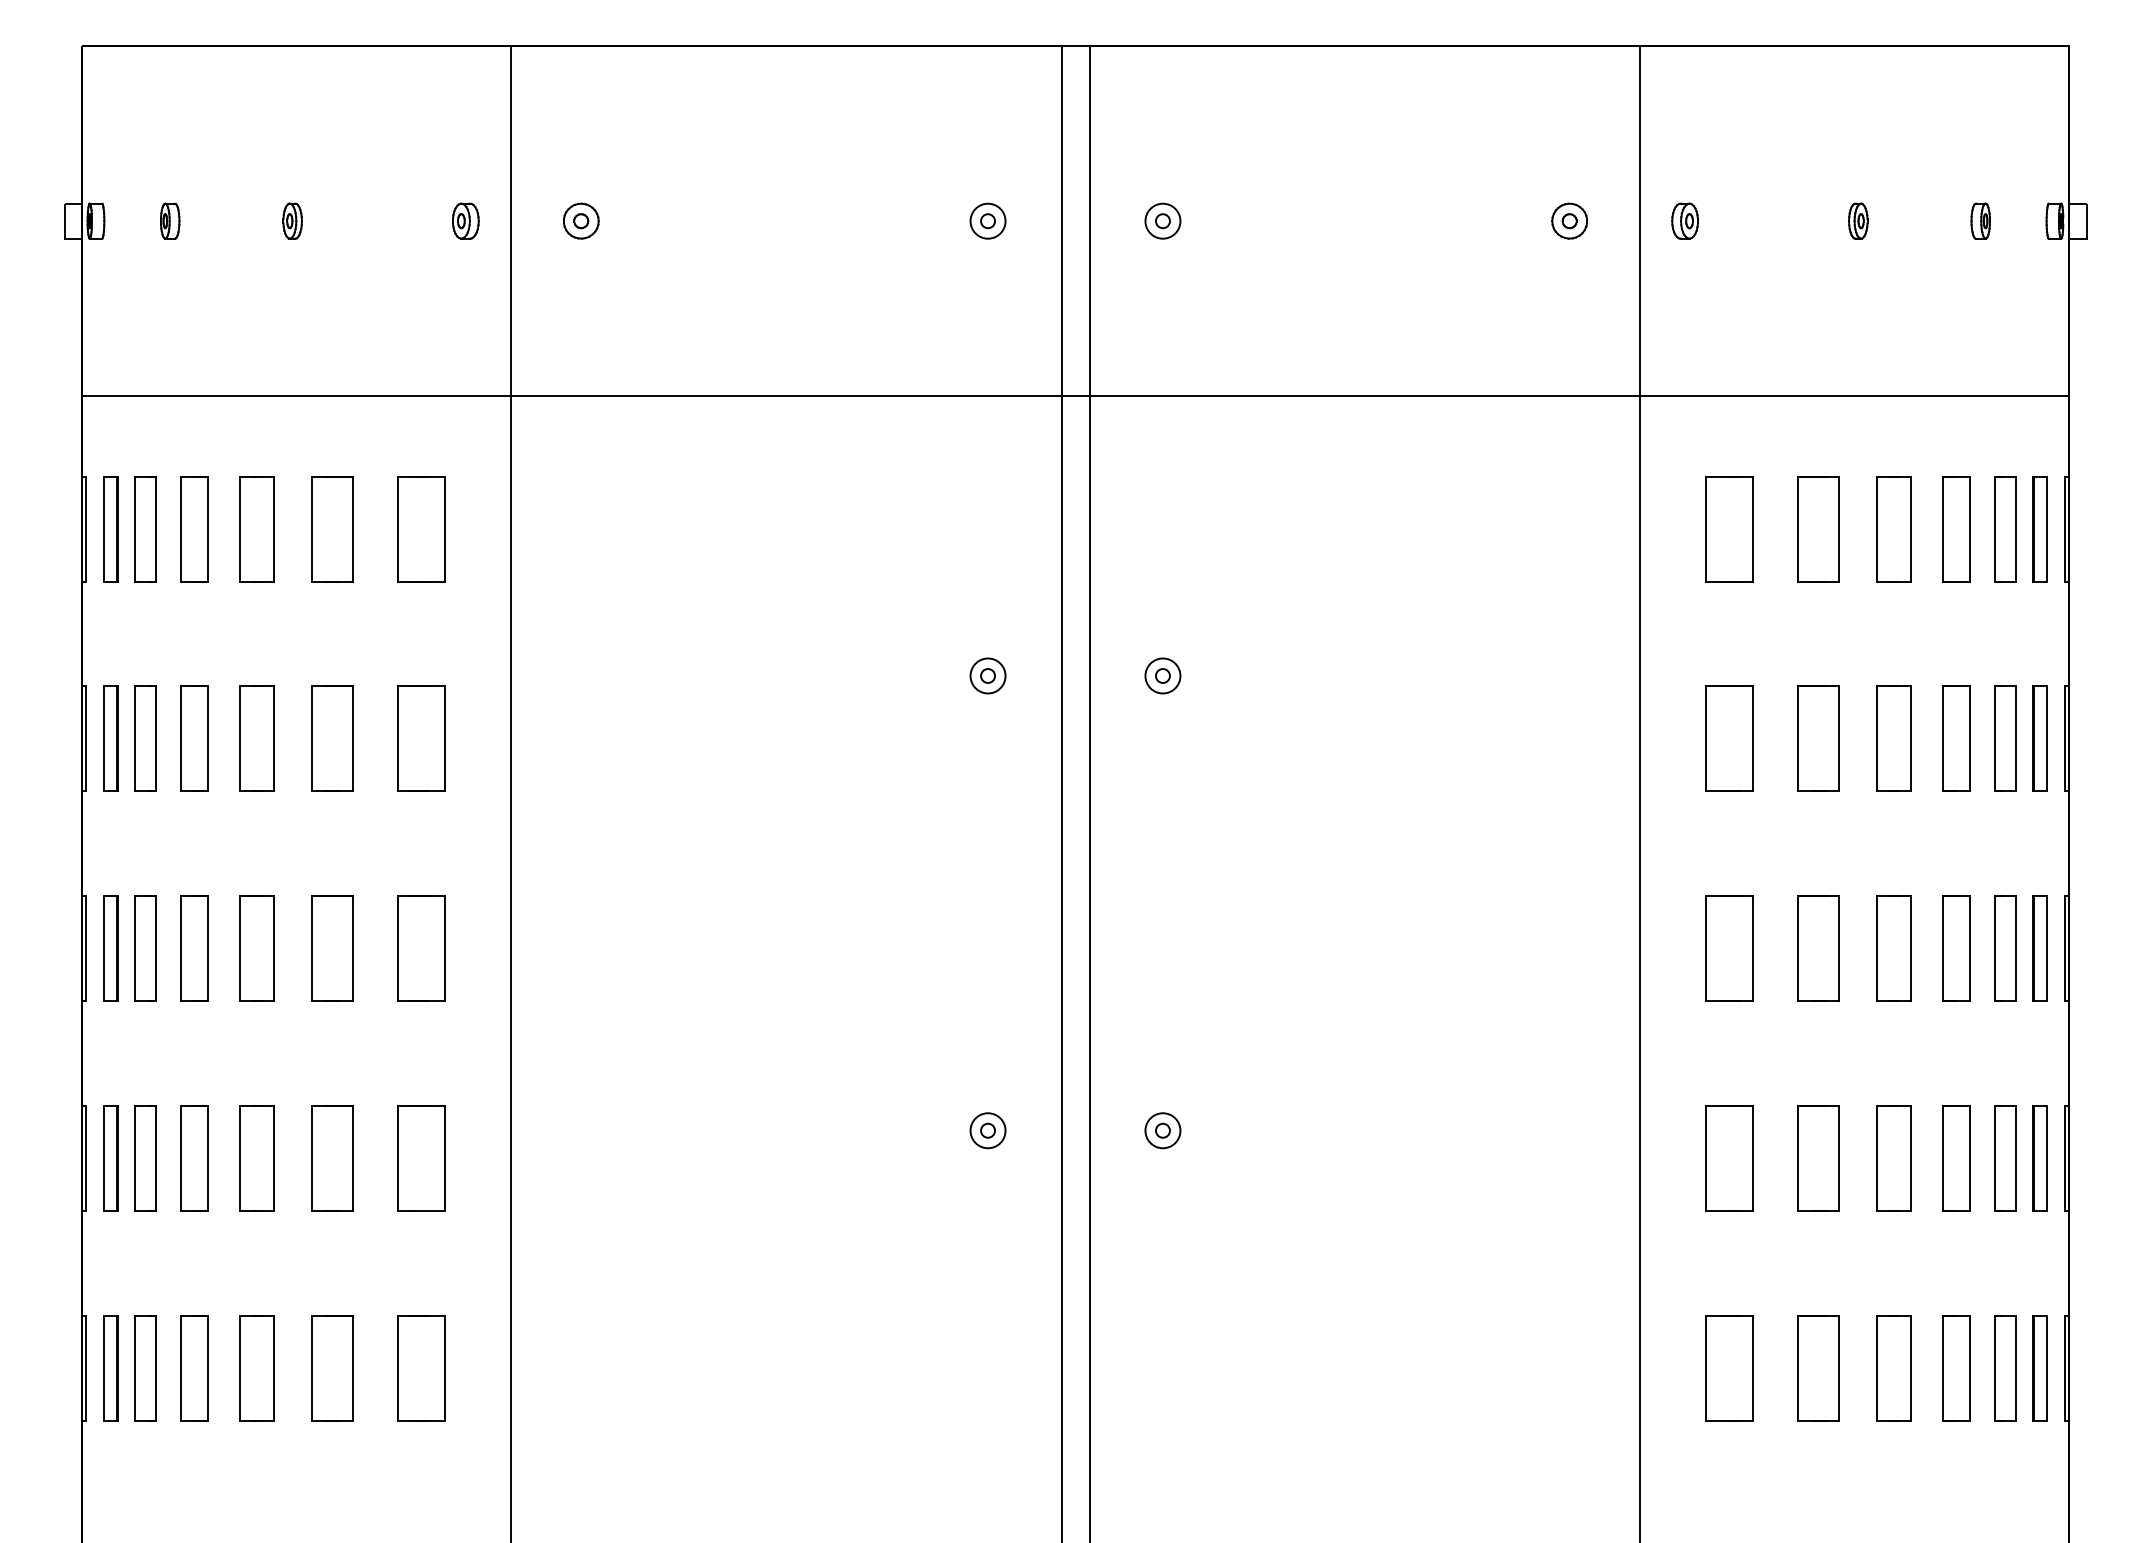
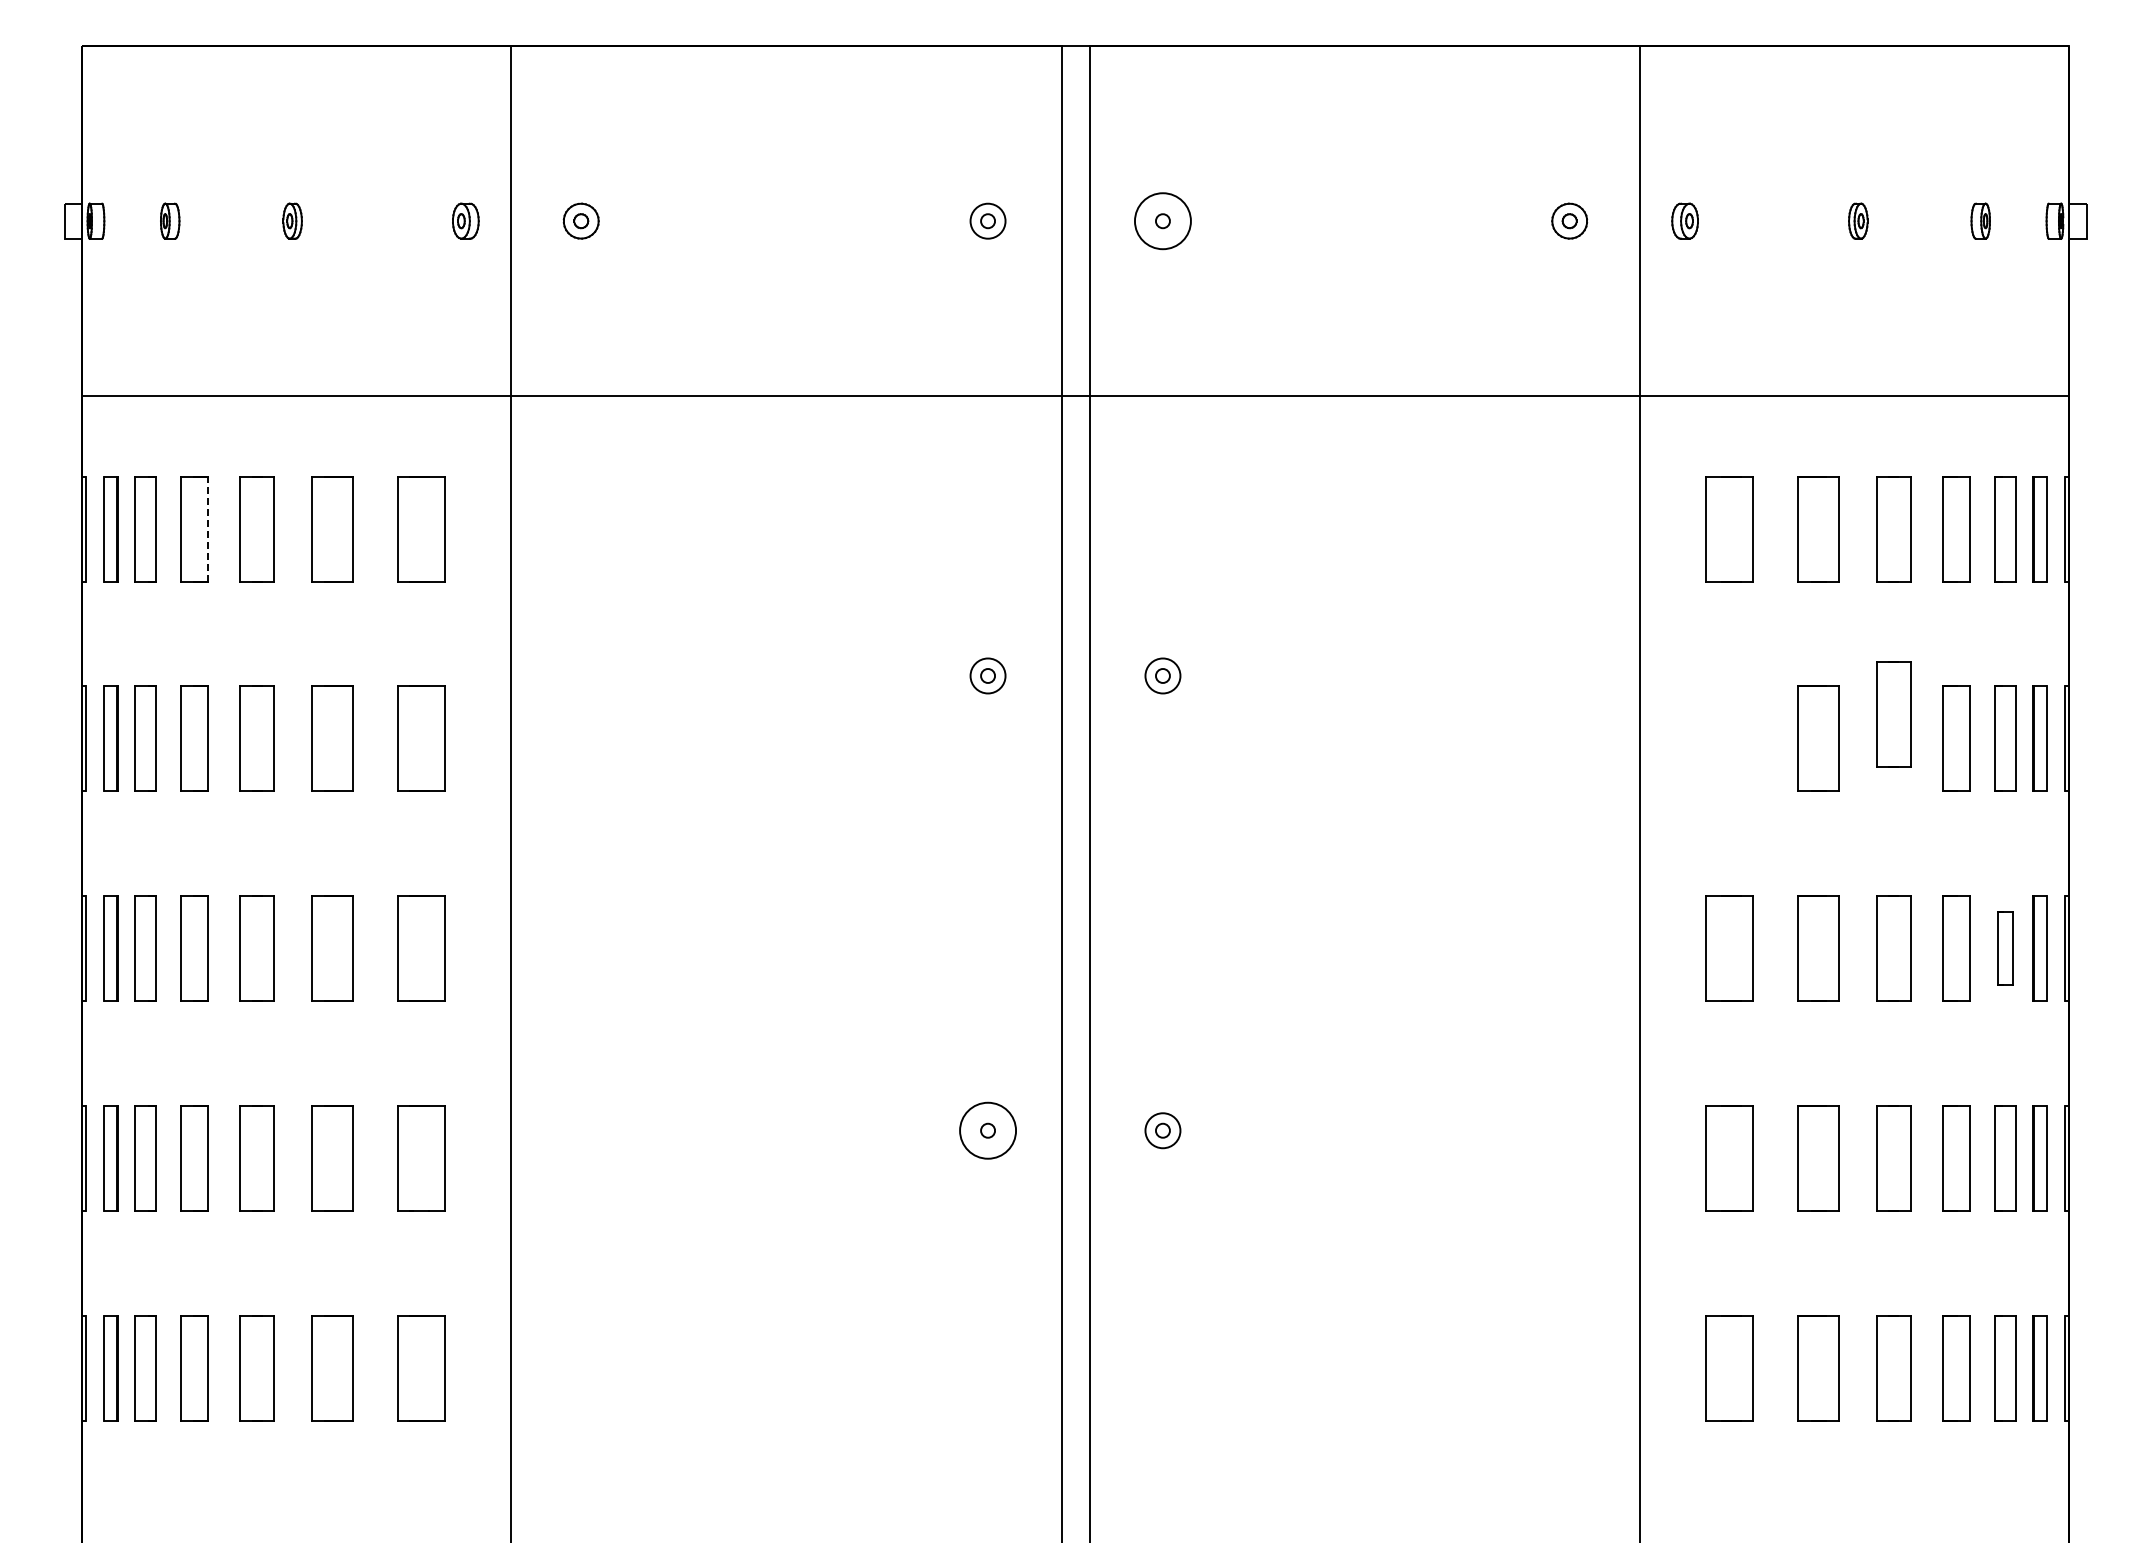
circle at (1162, 220) diameter: 35 px -> 56 px
line at (208, 528): solid -> dashed
part at (1729, 738): present -> none
part at (1893, 738) position: (1893, 738) -> (1893, 714)
part at (2005, 948) size: 23x107 px -> 17x75 px
circle at (987, 1130) diameter: 35 px -> 56 px
